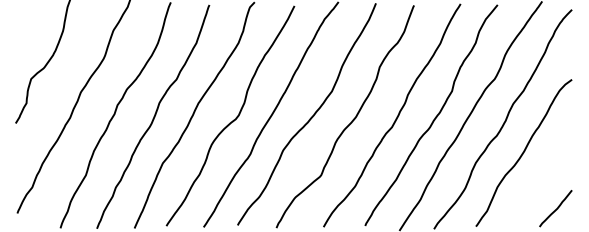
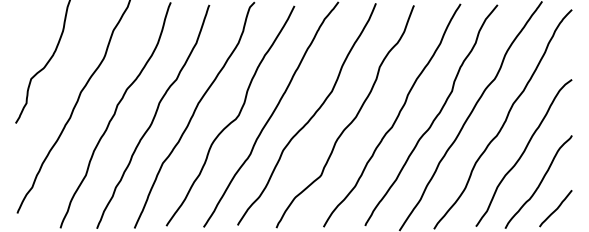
curve at (539, 182): none -> present
